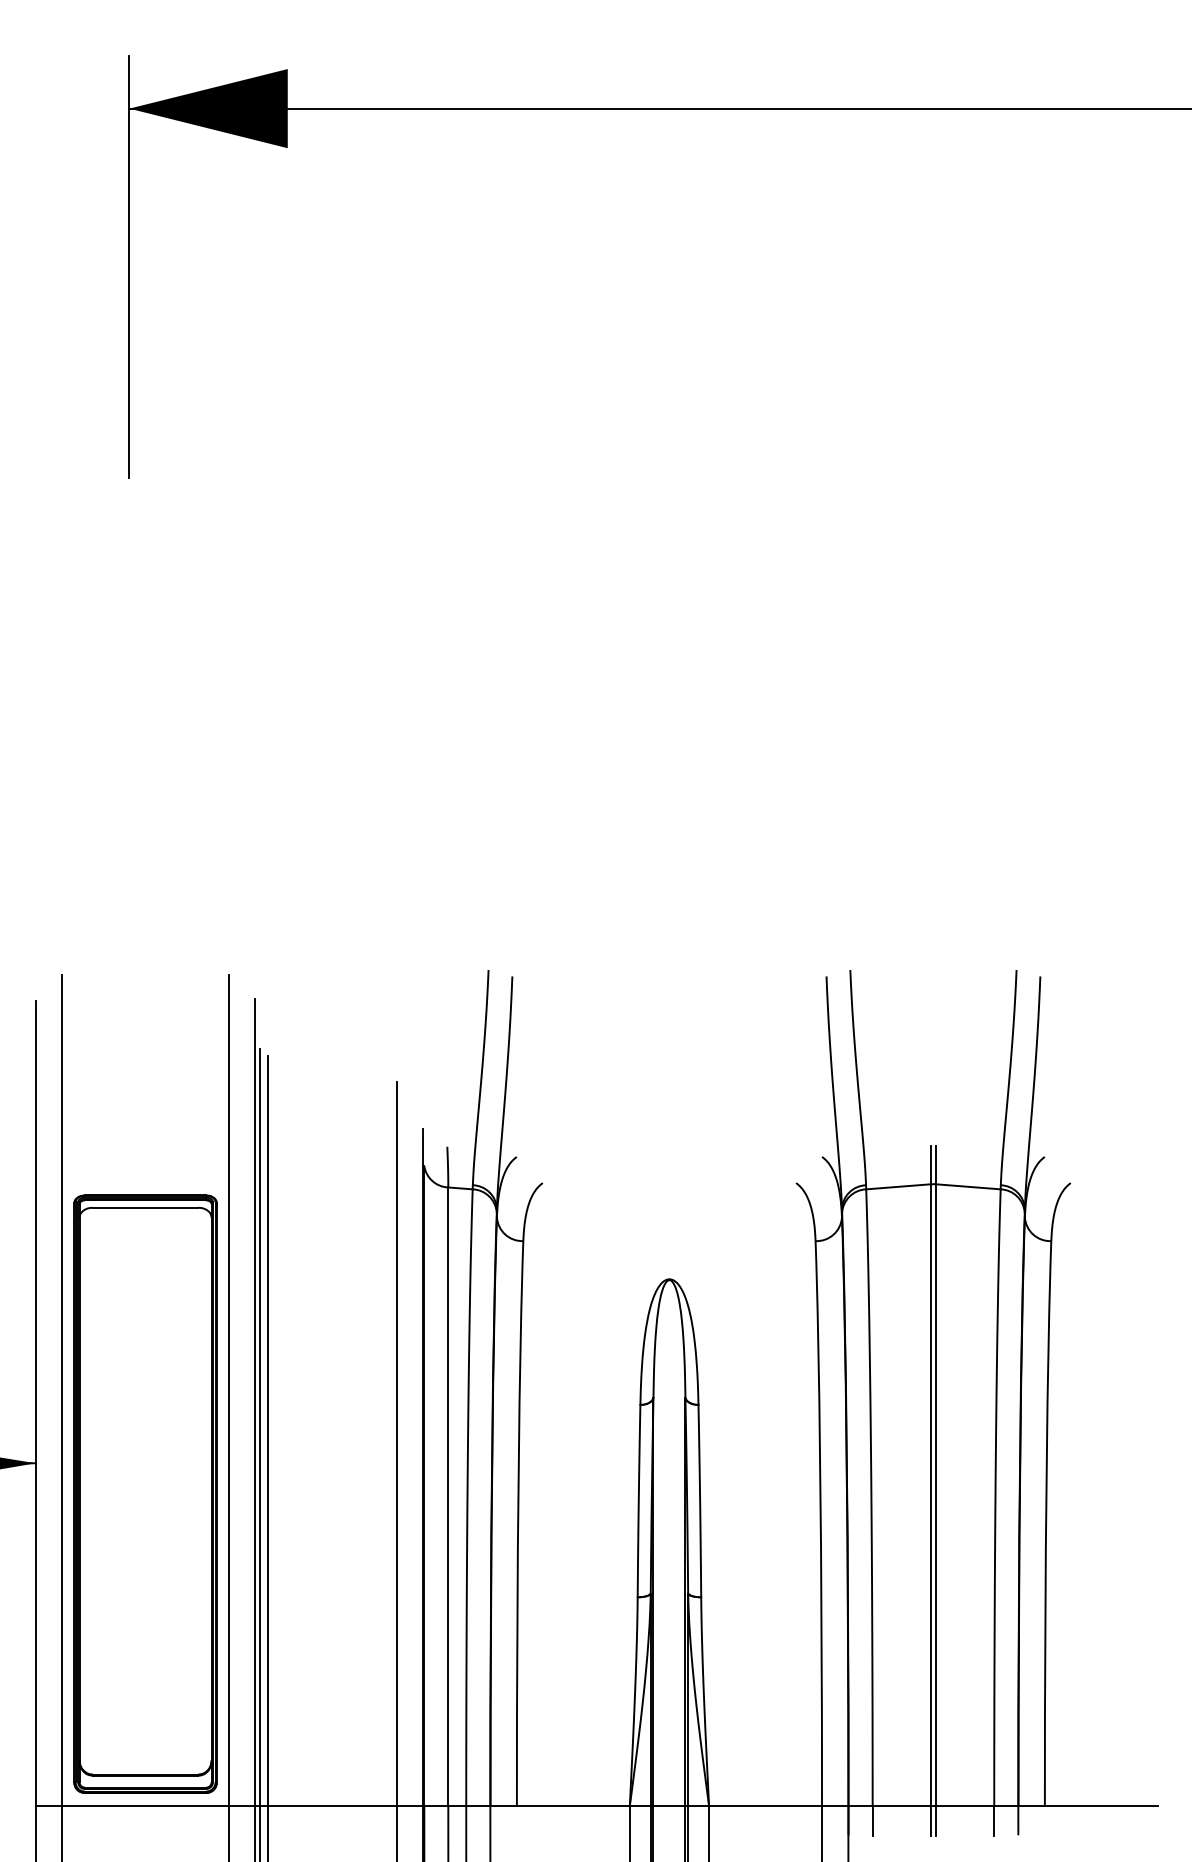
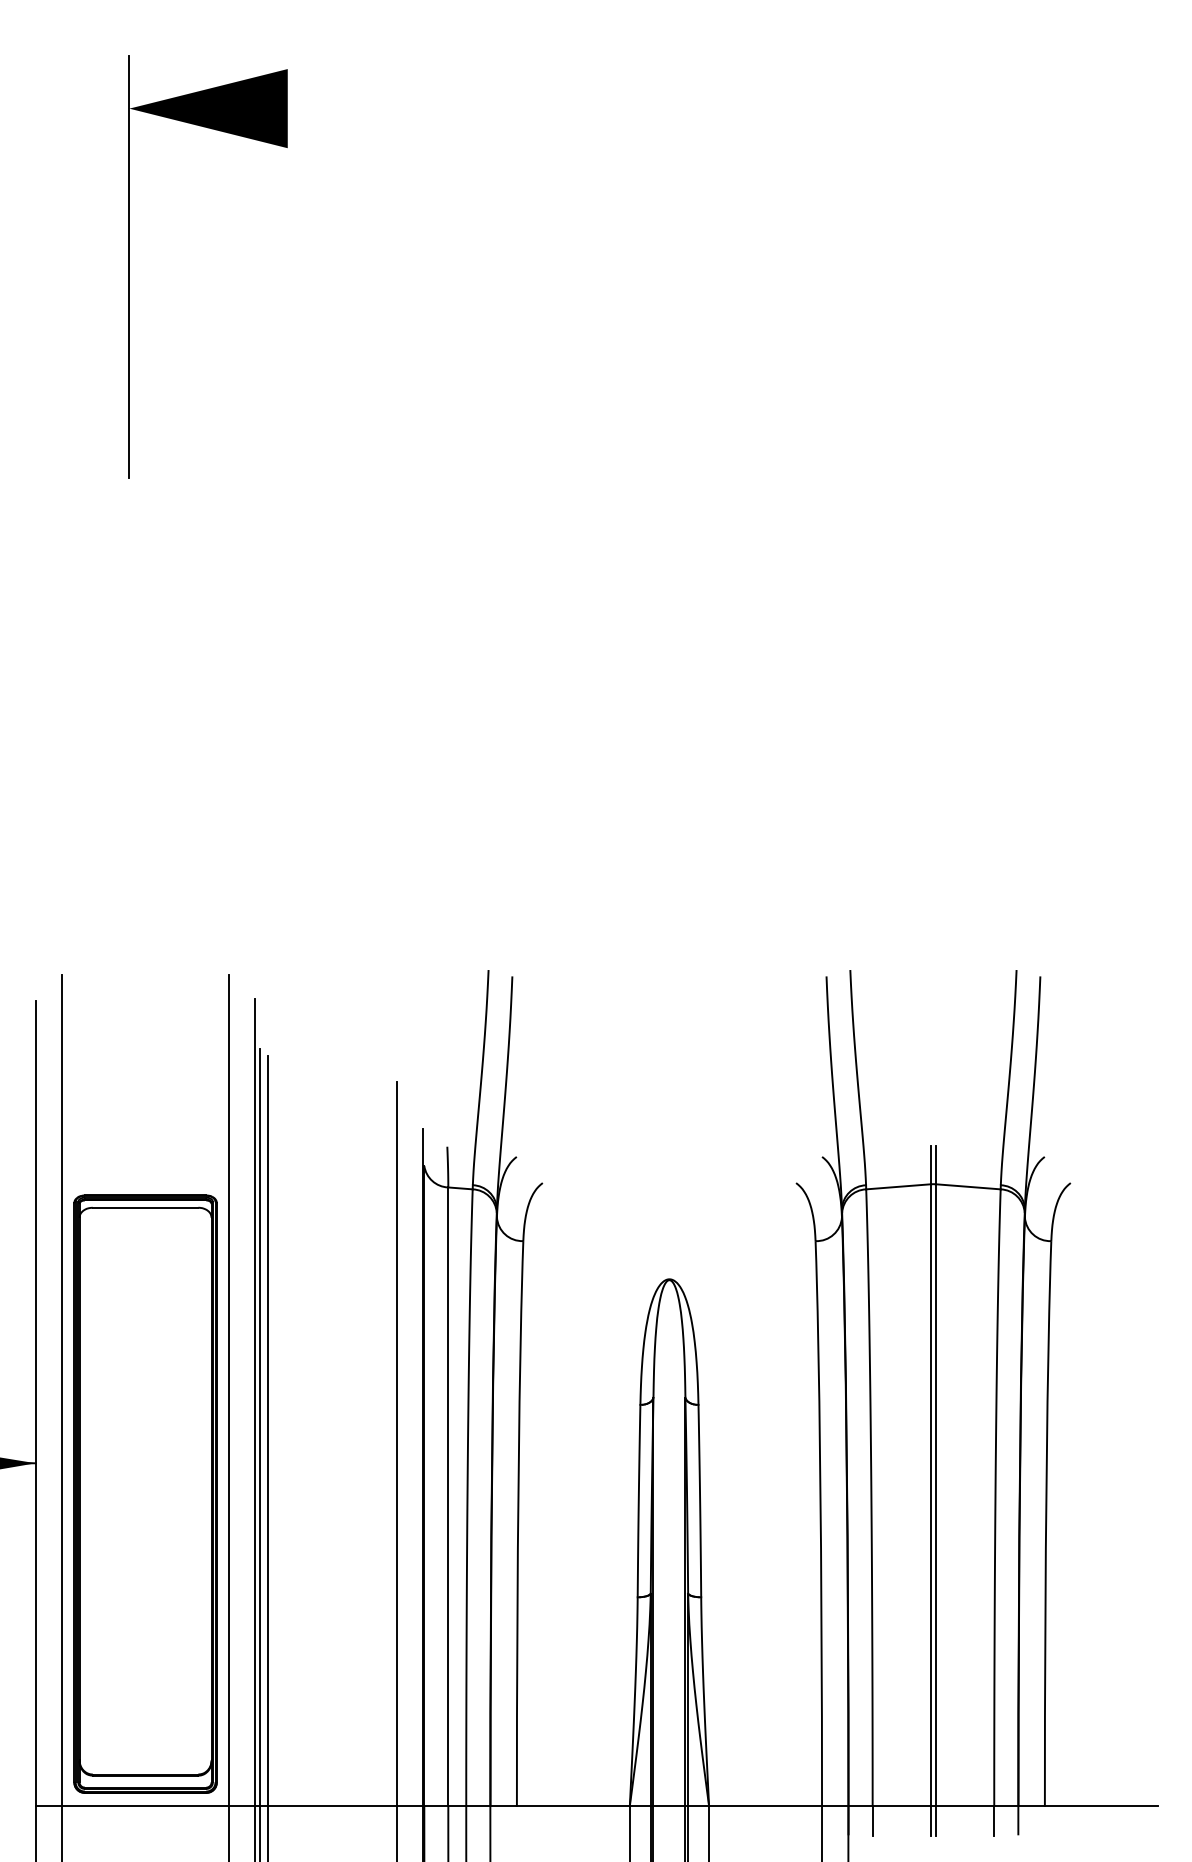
line at (658, 108): present -> none
